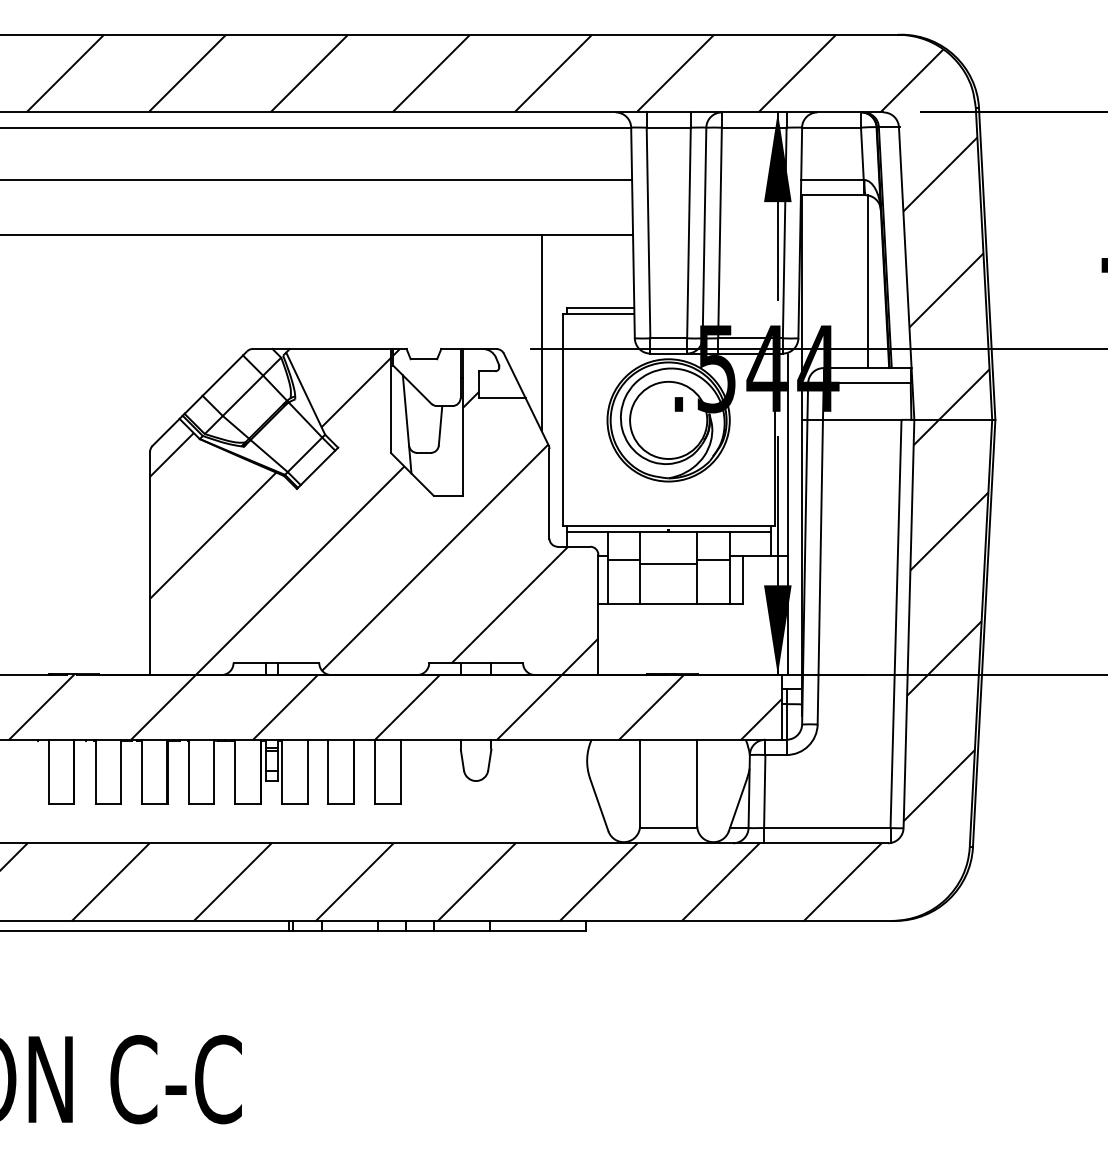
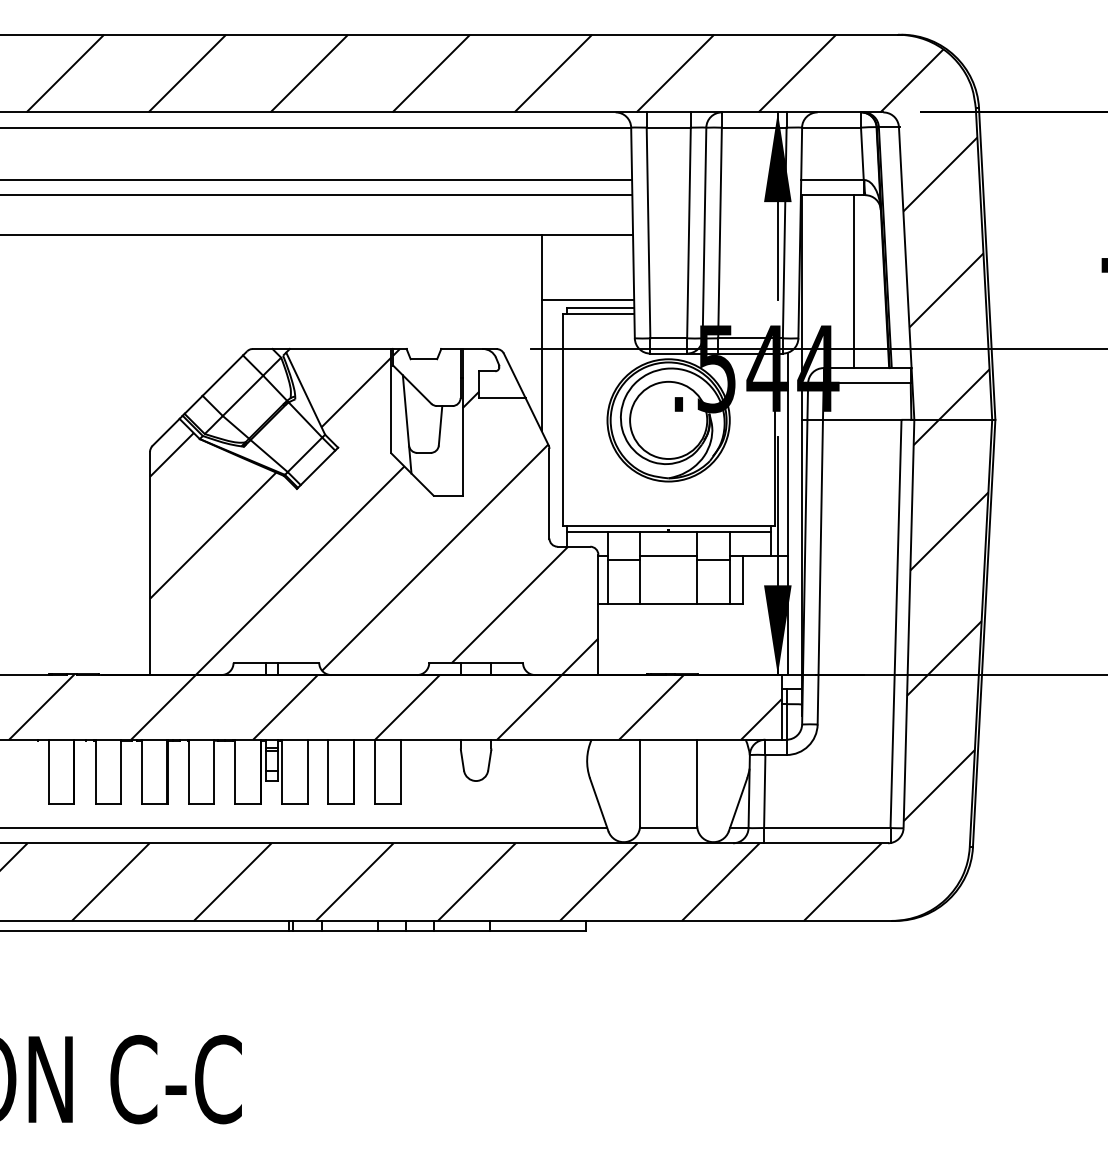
line at (317, 195): none -> present
line at (868, 281) position: (868, 281) -> (854, 281)
line at (587, 300): none -> present
line at (668, 564) position: (668, 564) -> (668, 556)
line at (304, 828): none -> present
